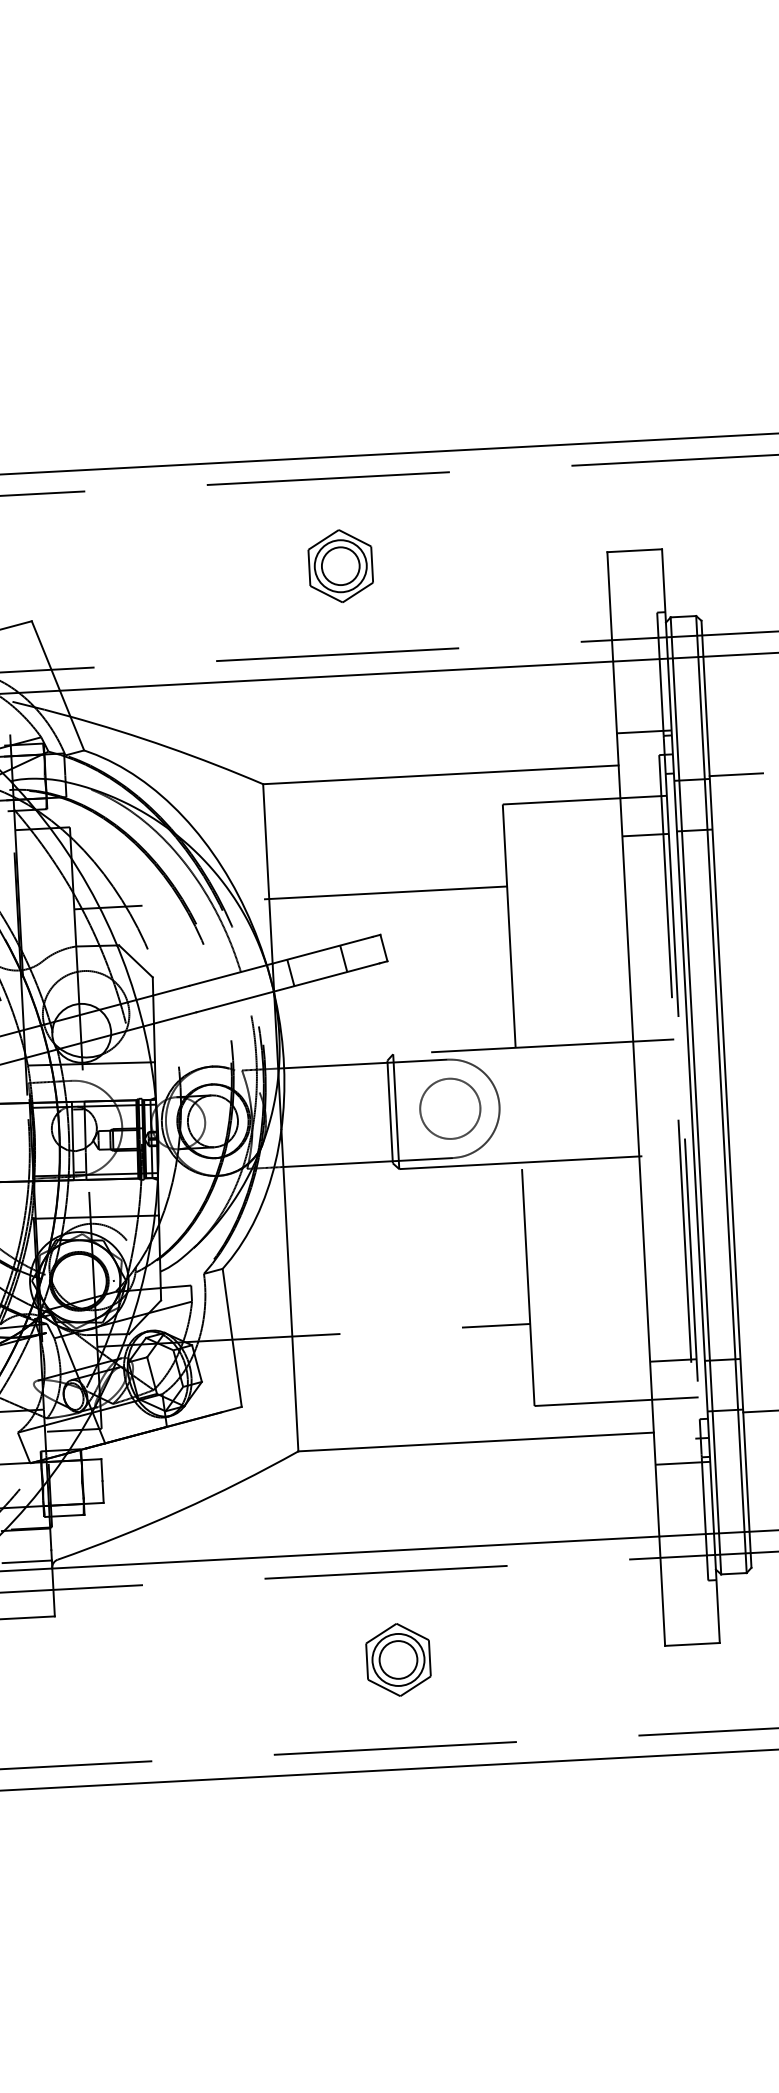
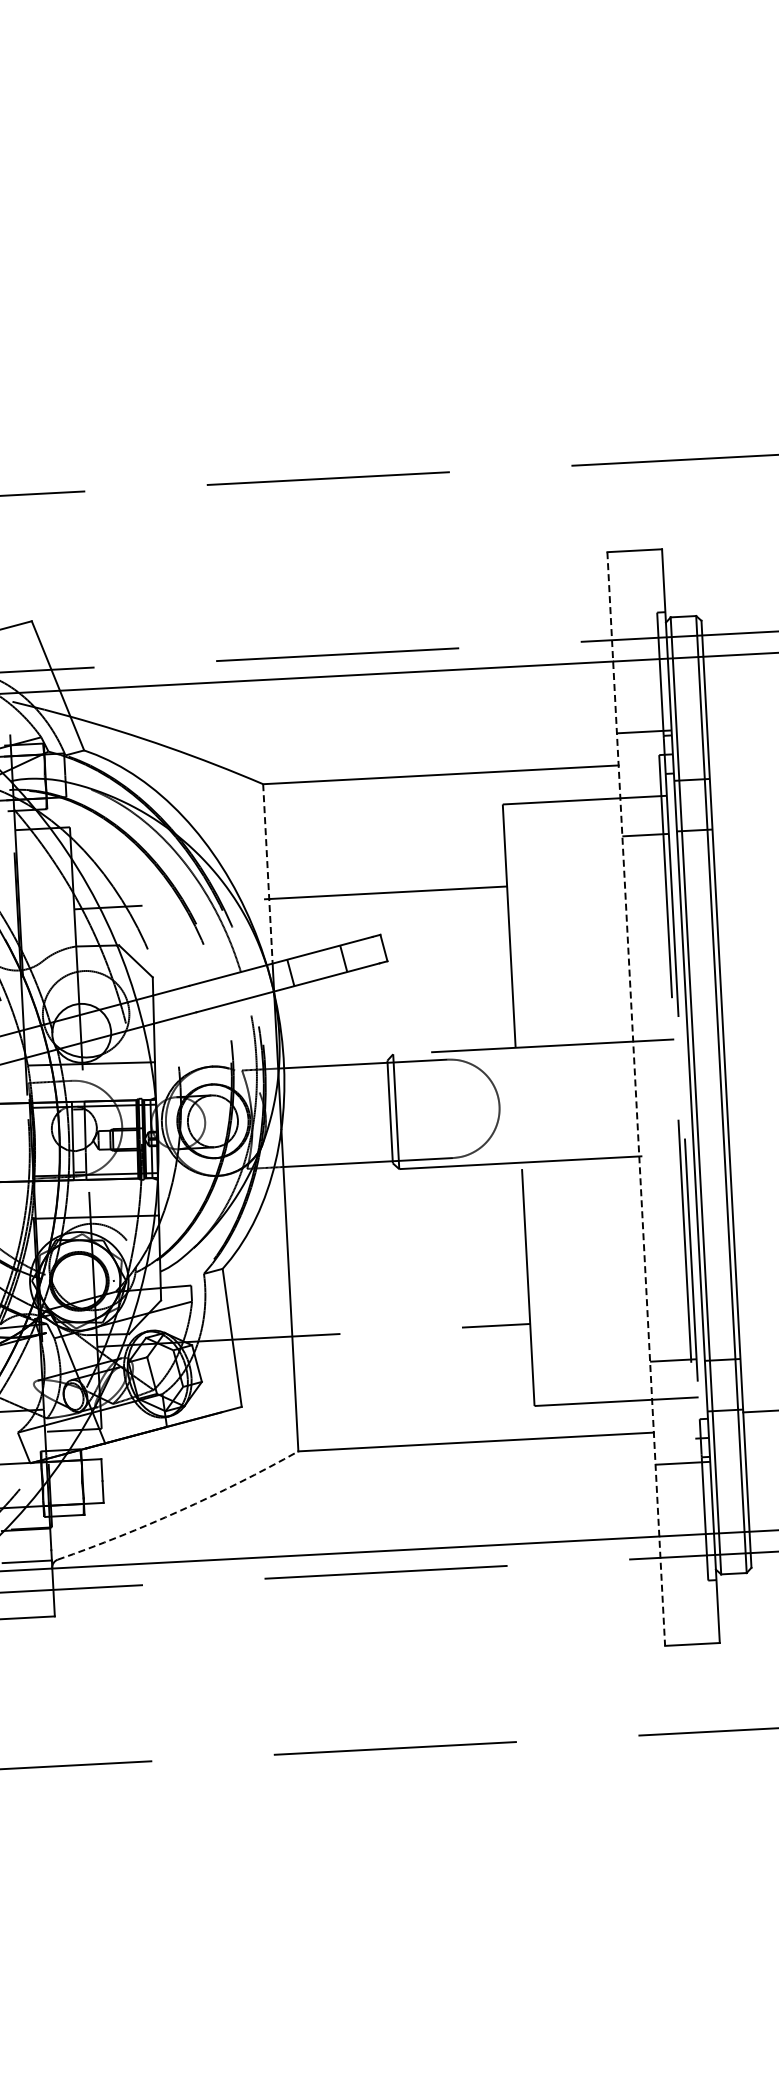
line at (388, 453): present -> none
part at (340, 565): present -> none
line at (736, 774): present -> none
line at (267, 873): solid -> dashed
line at (636, 1099): solid -> dashed
part at (450, 1108): present -> none
arc at (180, 1510): solid -> dashed
part at (398, 1659): present -> none
line at (388, 1769): present -> none
